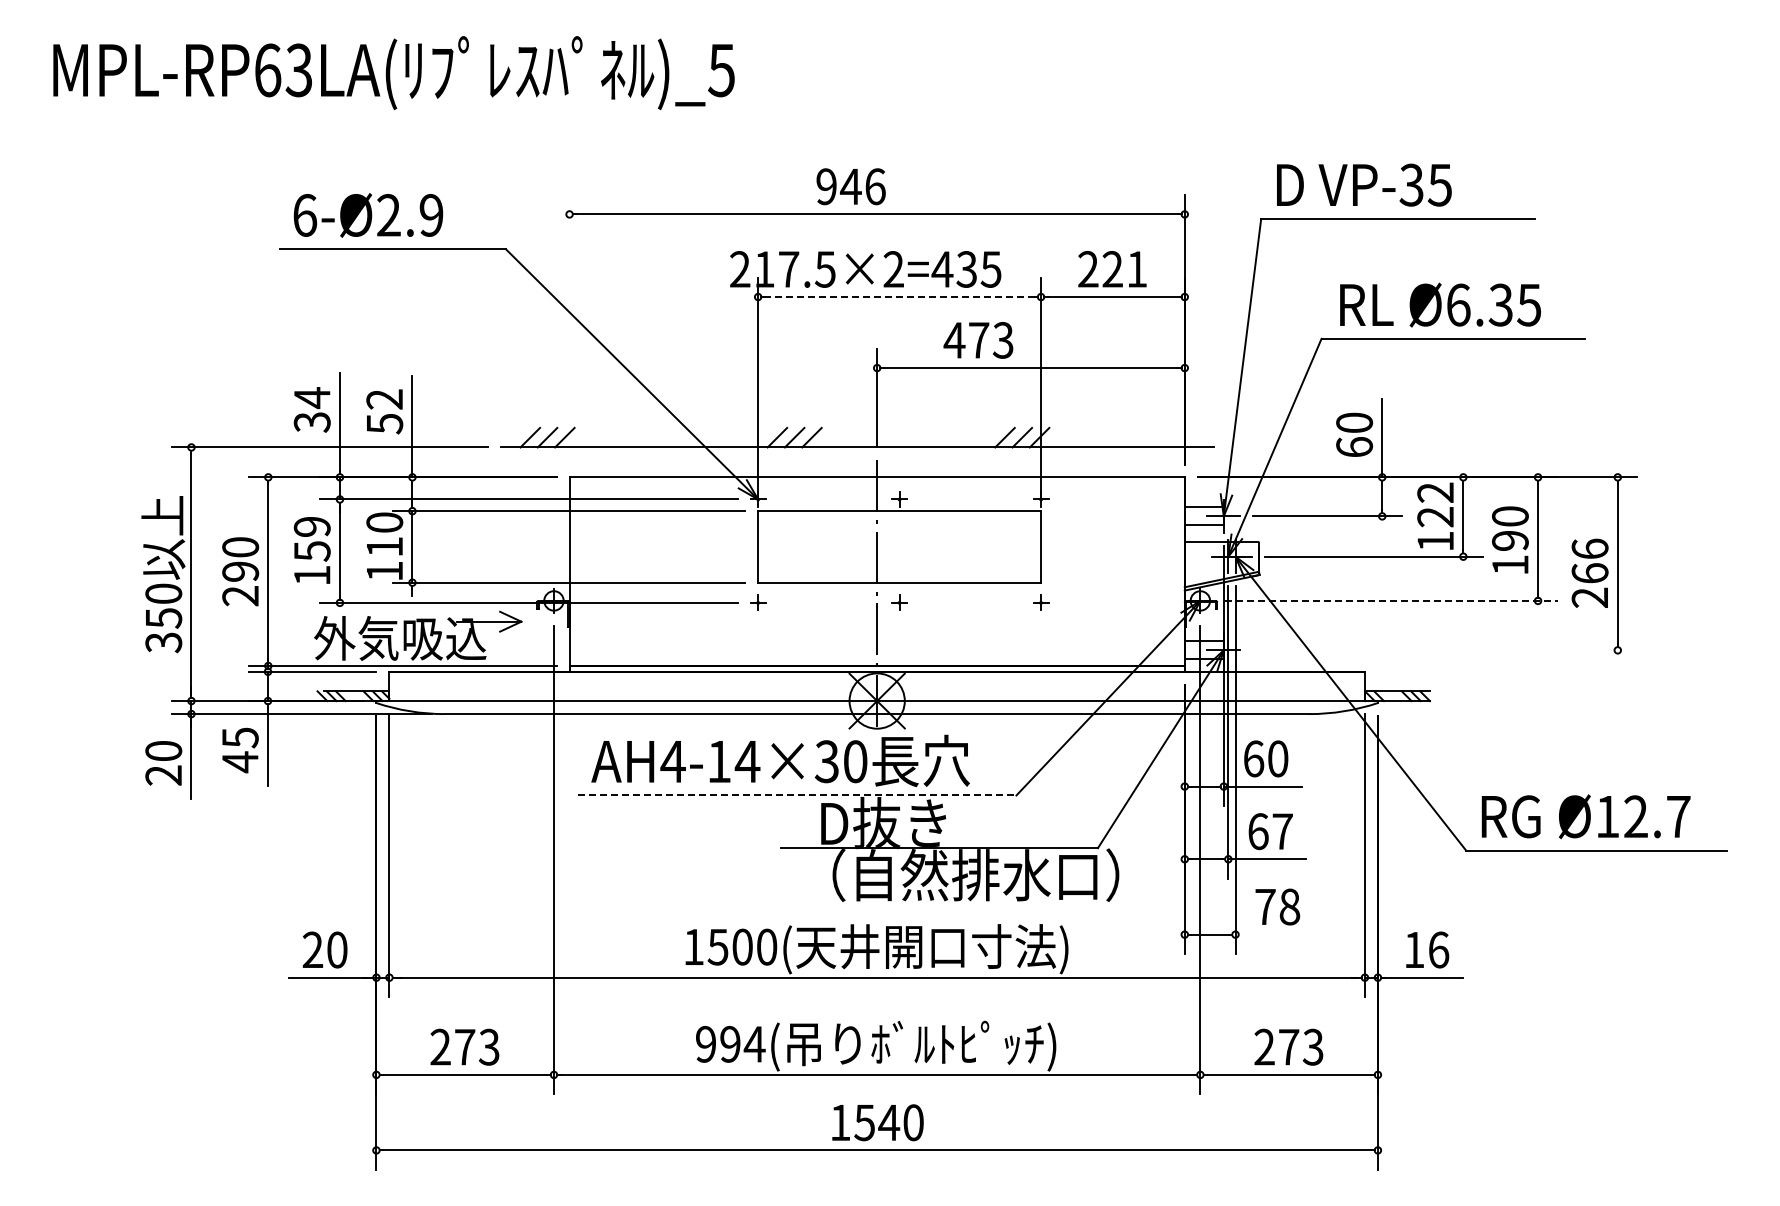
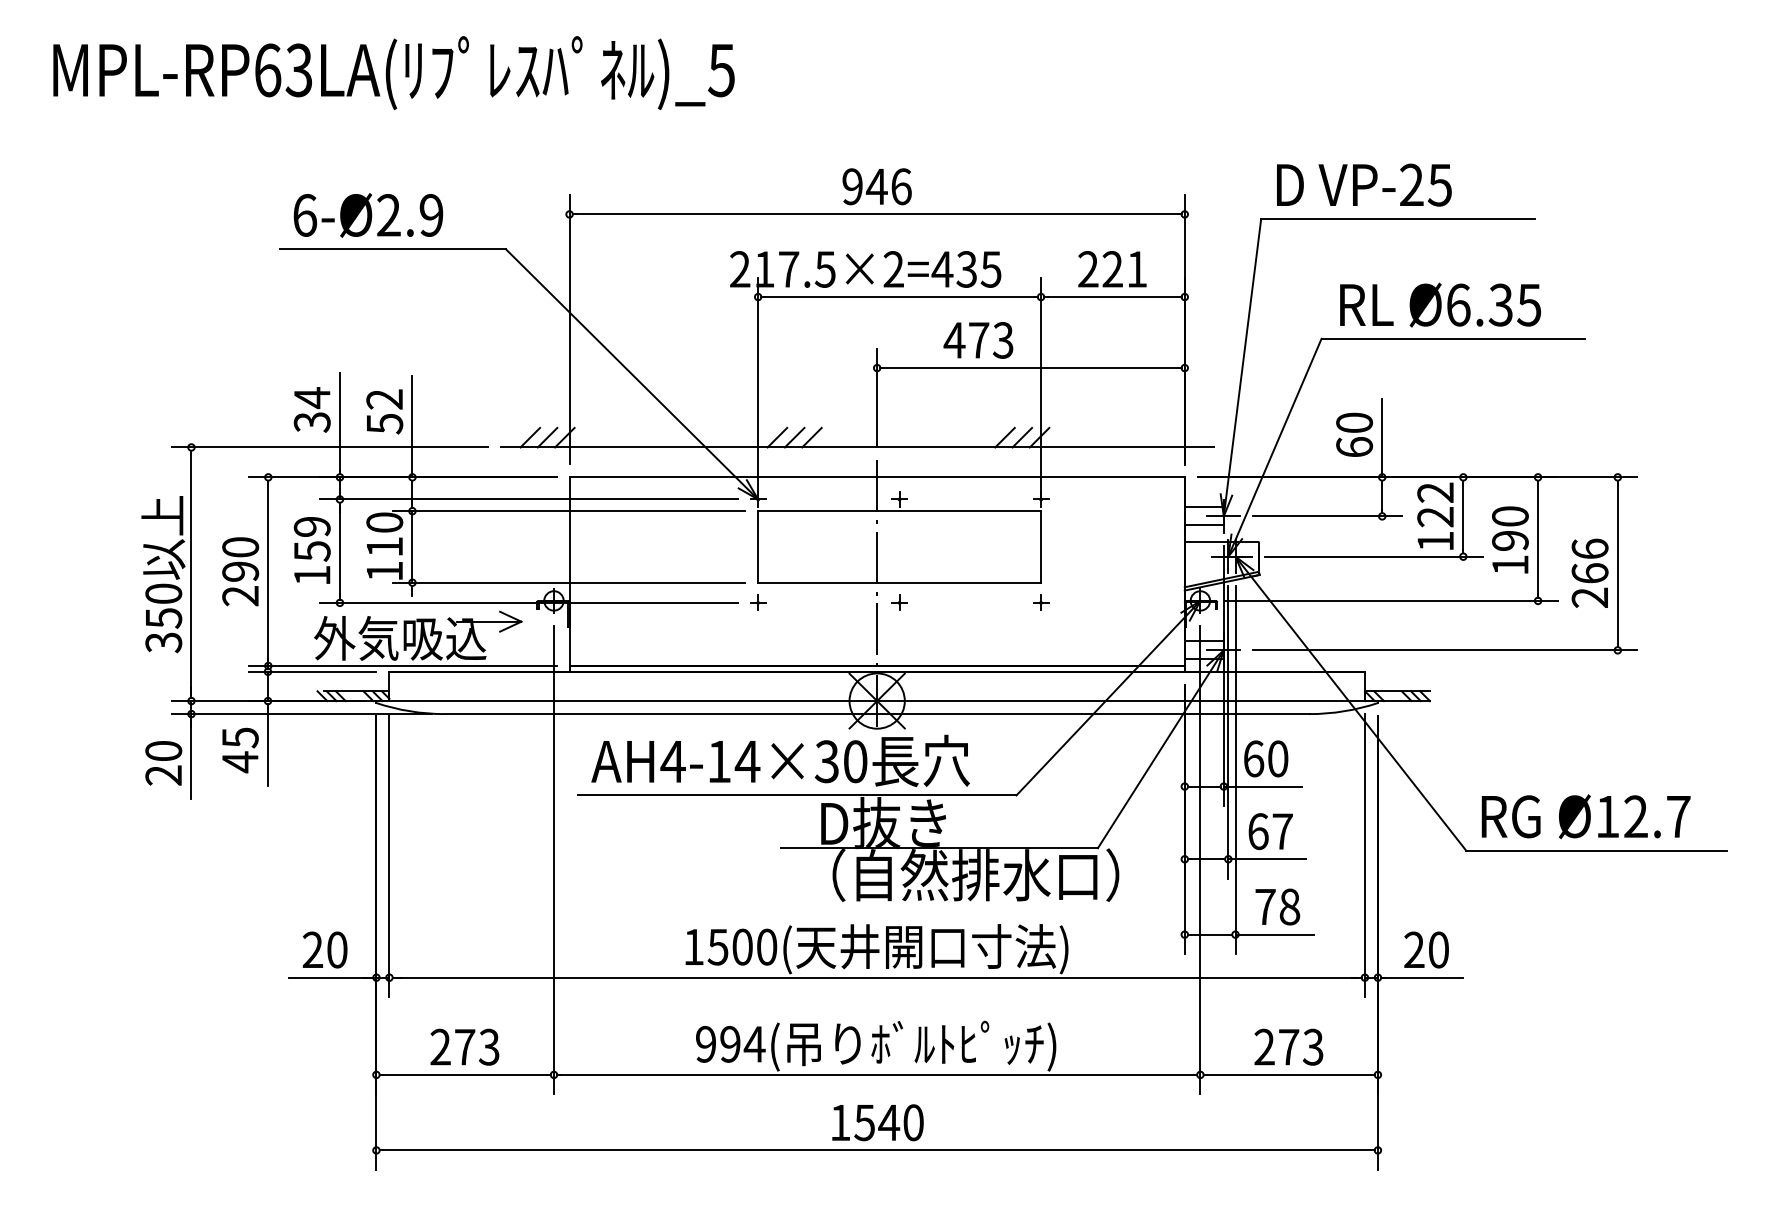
text at (1411, 184): VP-35 -> VP-25
text at (850, 186) position: (850, 186) -> (876, 186)
line at (899, 297): dashed -> solid
line at (569, 329): none -> present
line at (1391, 600): dashed -> solid
line at (1445, 650): none -> present
line at (797, 795): dashed -> solid
line at (1274, 934): none -> present
text at (1426, 949): 16 -> 20
